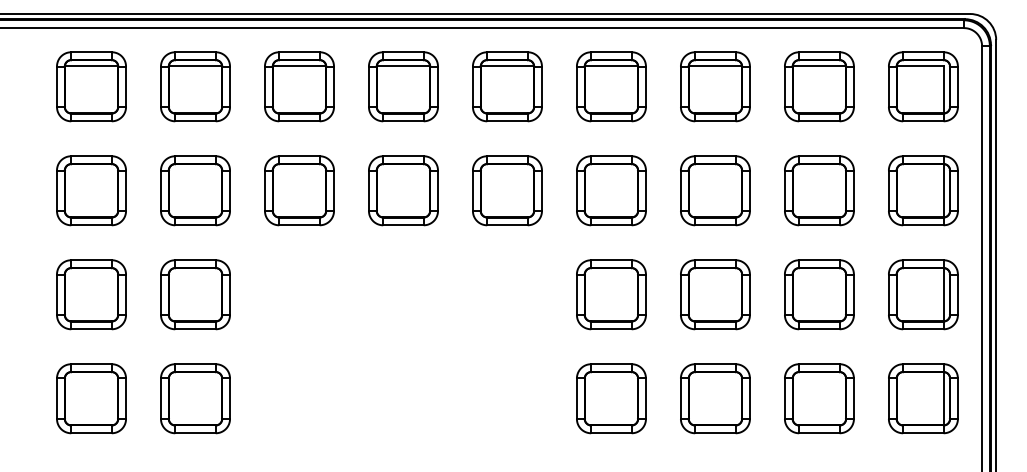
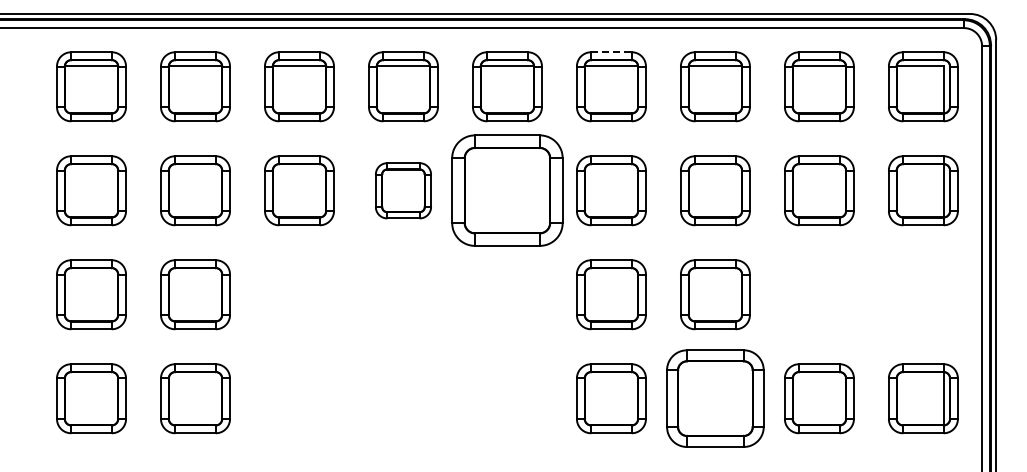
line at (611, 52): solid -> dashed
part at (403, 190) size: 71x72 px -> 57x58 px
part at (507, 190) size: 71x72 px -> 113x113 px
part at (819, 294): present -> none
part at (923, 294): present -> none
part at (715, 398) size: 71x72 px -> 99x99 px
